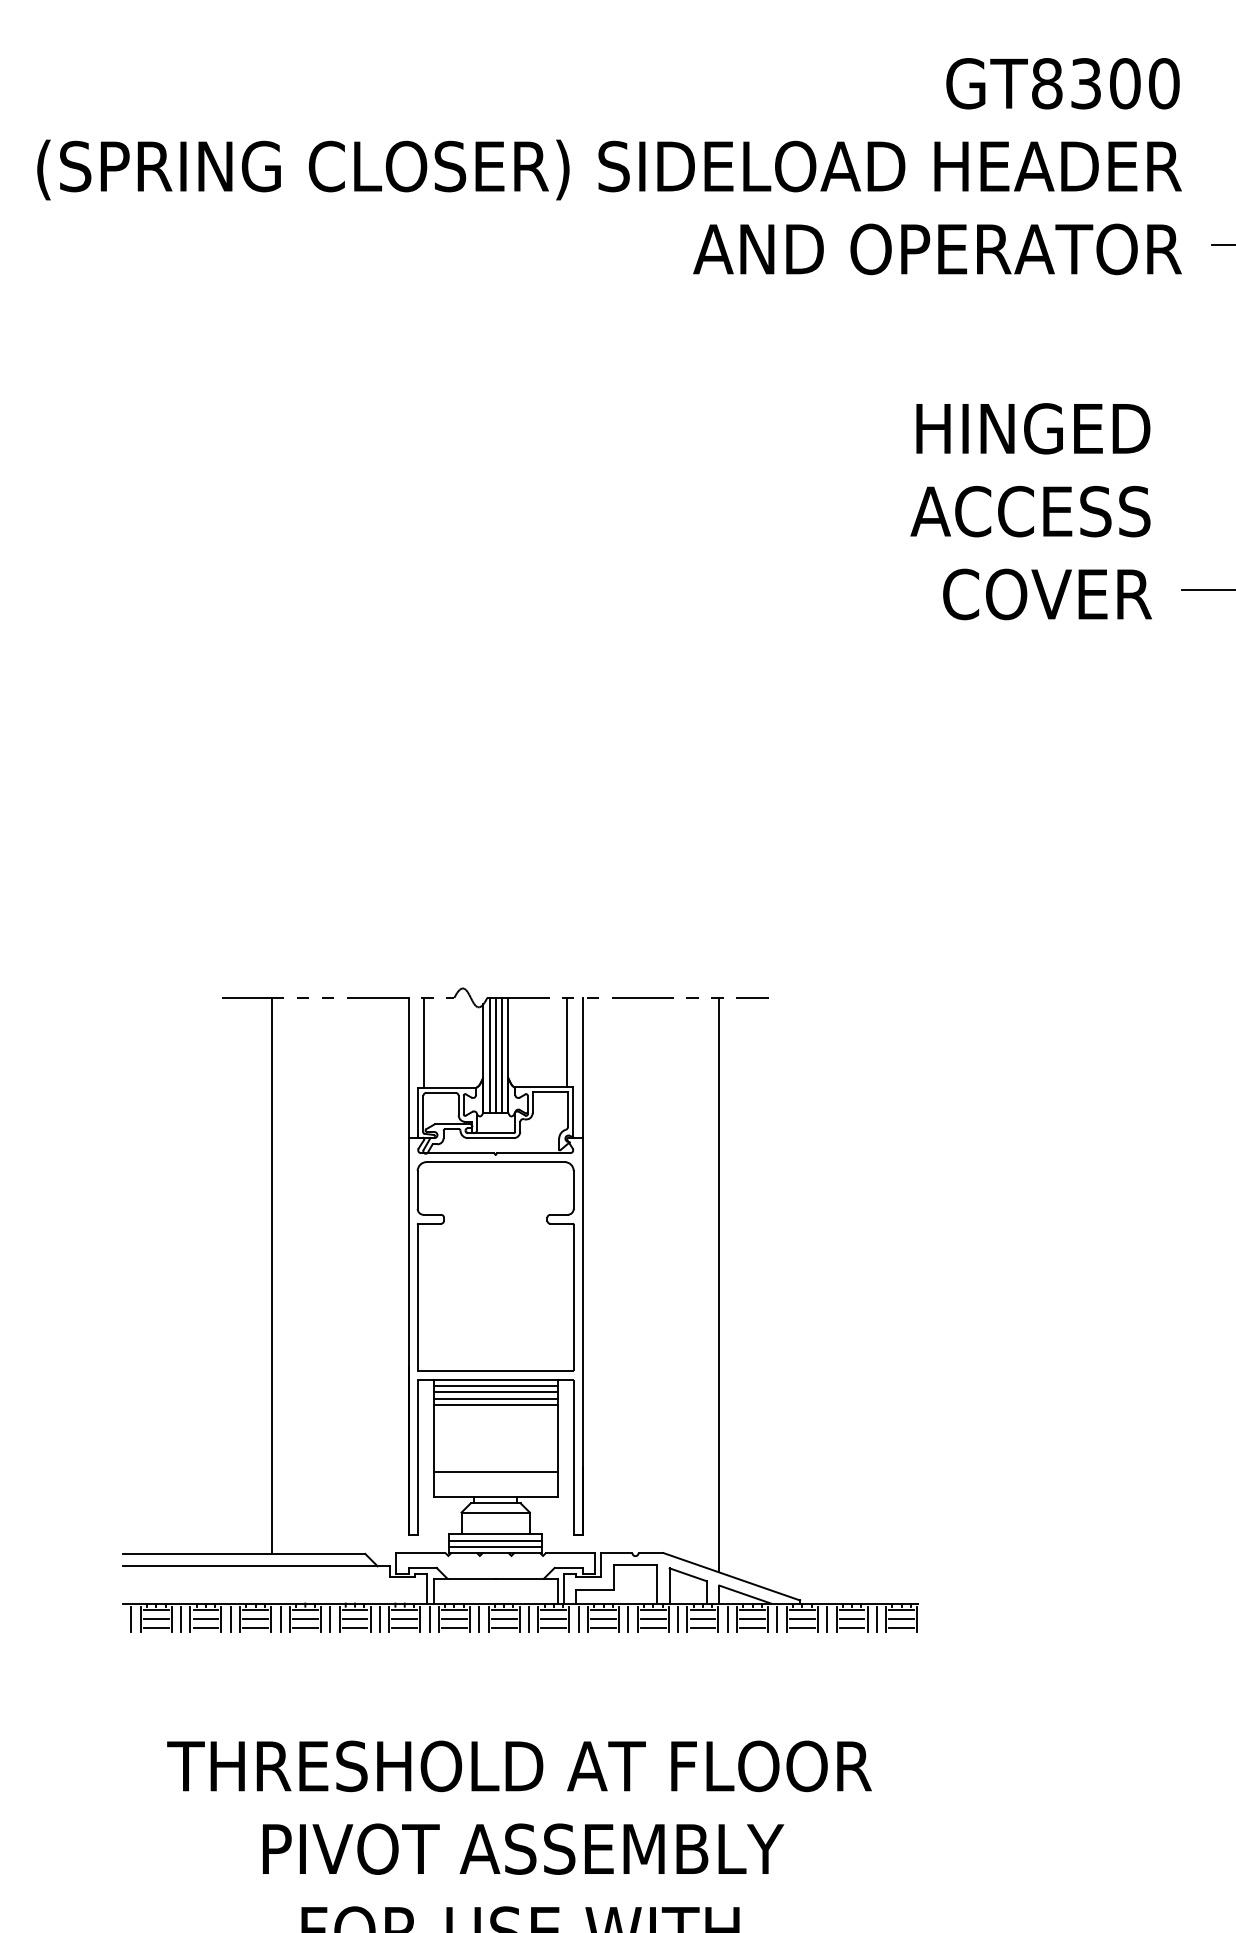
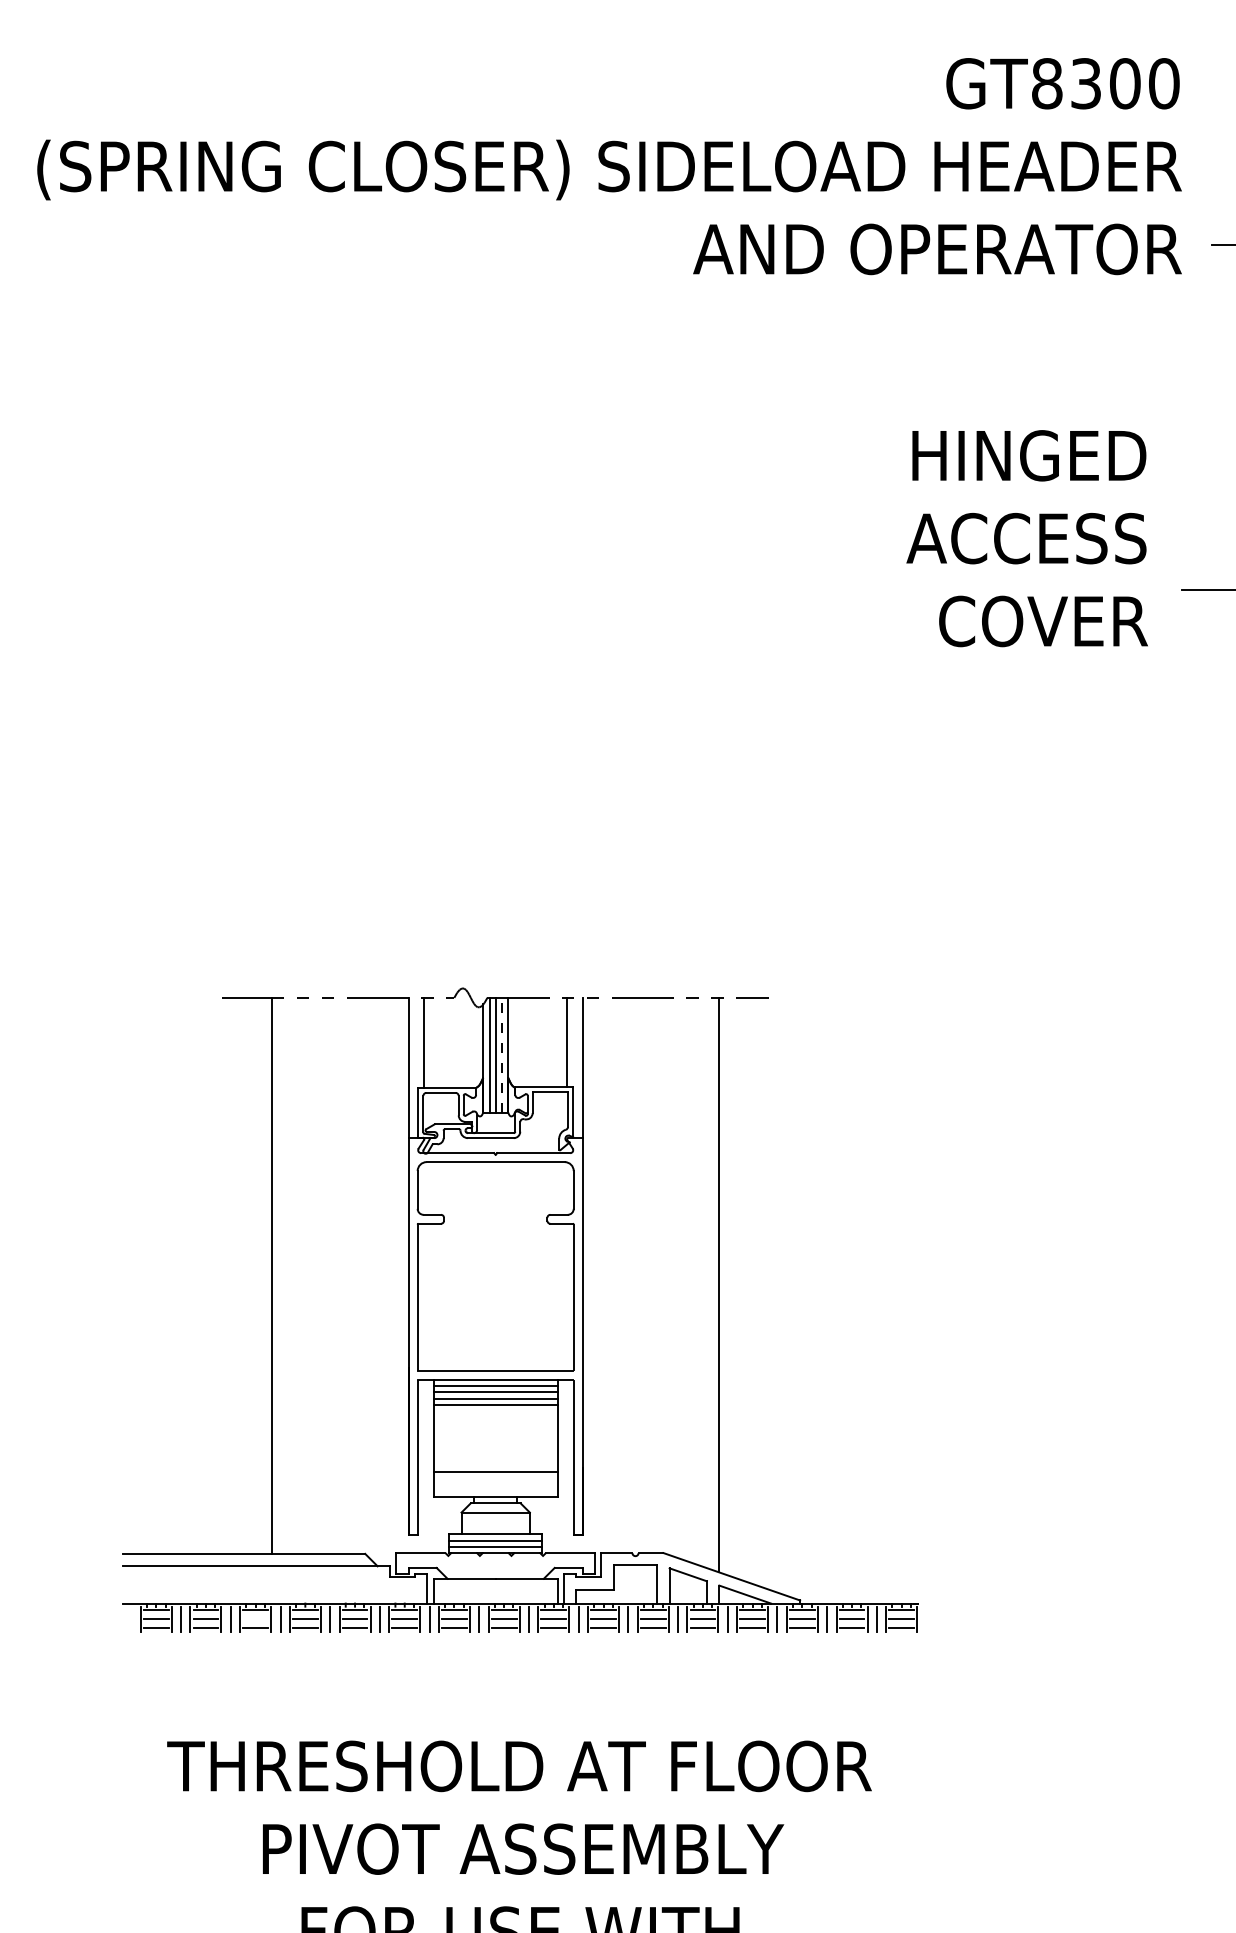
text at (1030, 511) position: (1030, 511) -> (1026, 538)
line at (501, 1054): solid -> dashed
line at (131, 1618): present -> none
line at (255, 1619): present -> none
